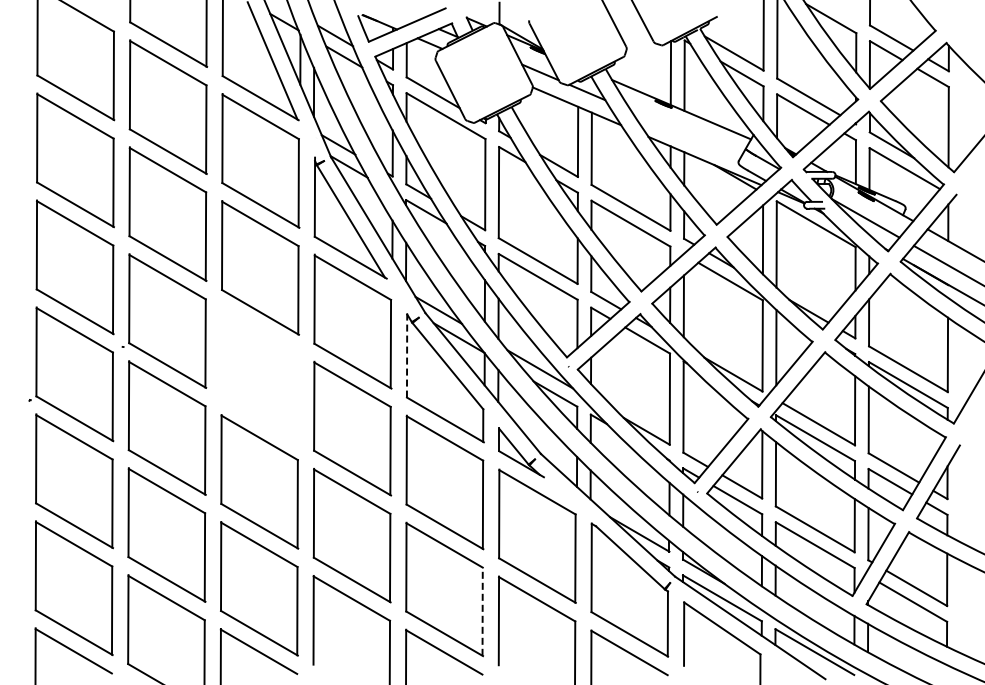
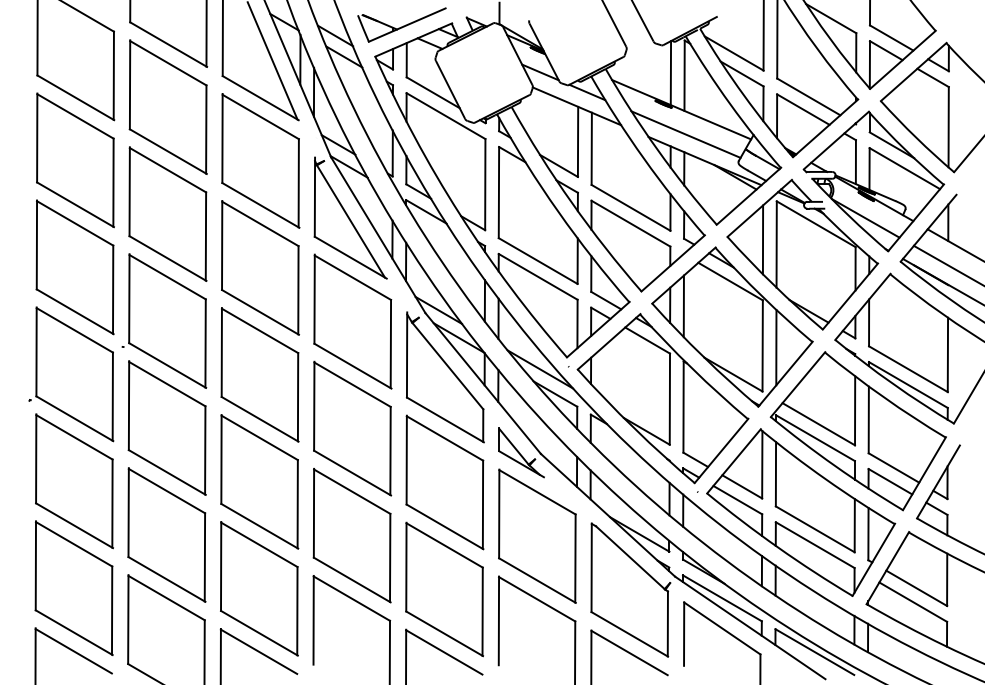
line at (685, 134): none -> present
line at (407, 355): dashed -> solid
part at (259, 374): none -> present
line at (482, 611): dashed -> solid
